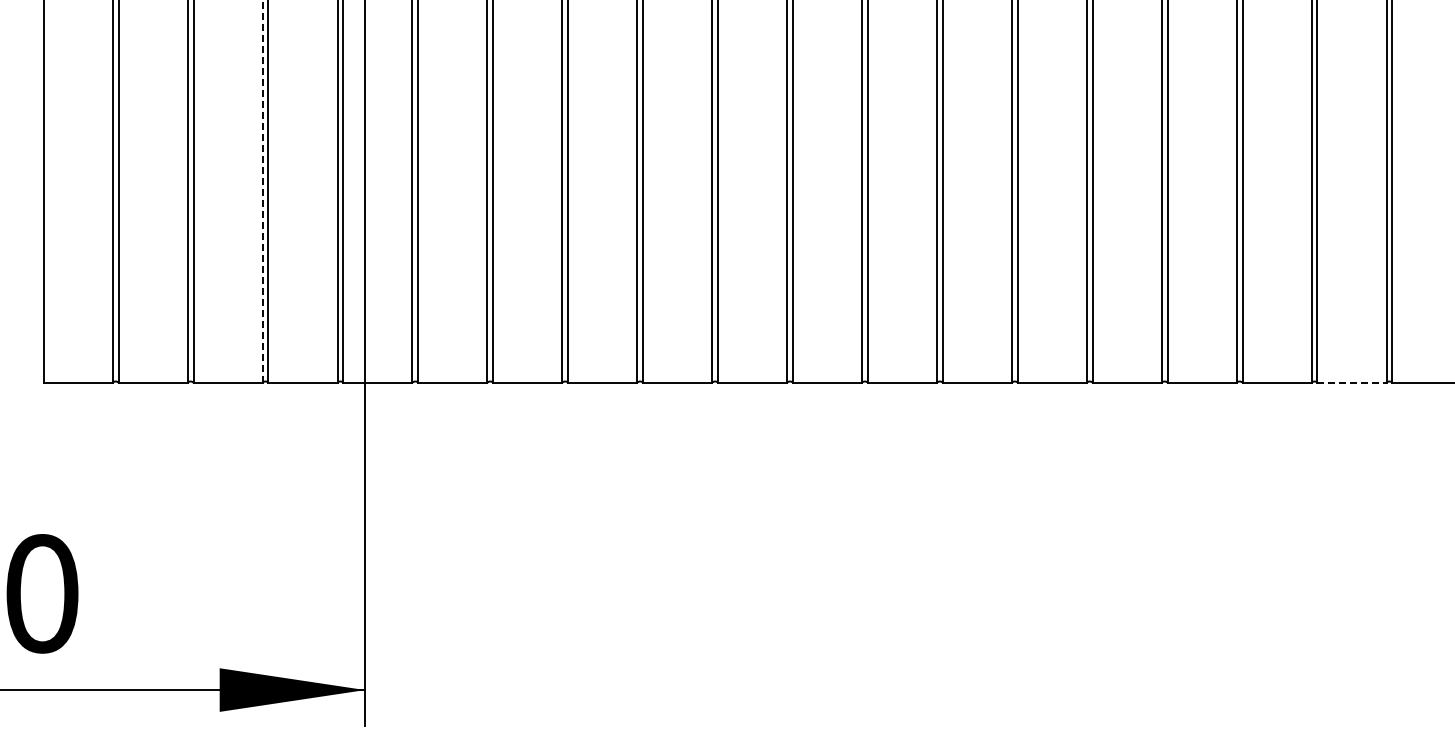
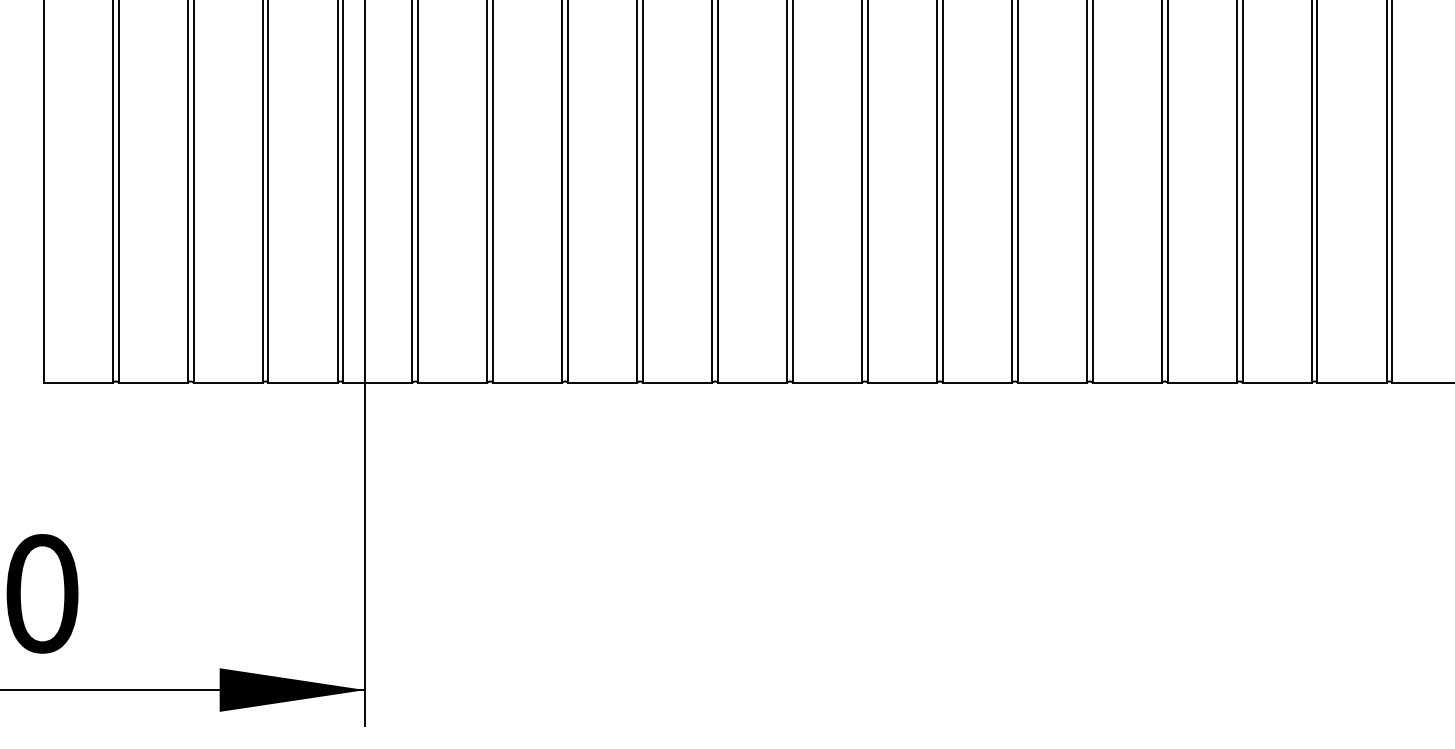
line at (262, 191): dashed -> solid
line at (1352, 382): dashed -> solid
